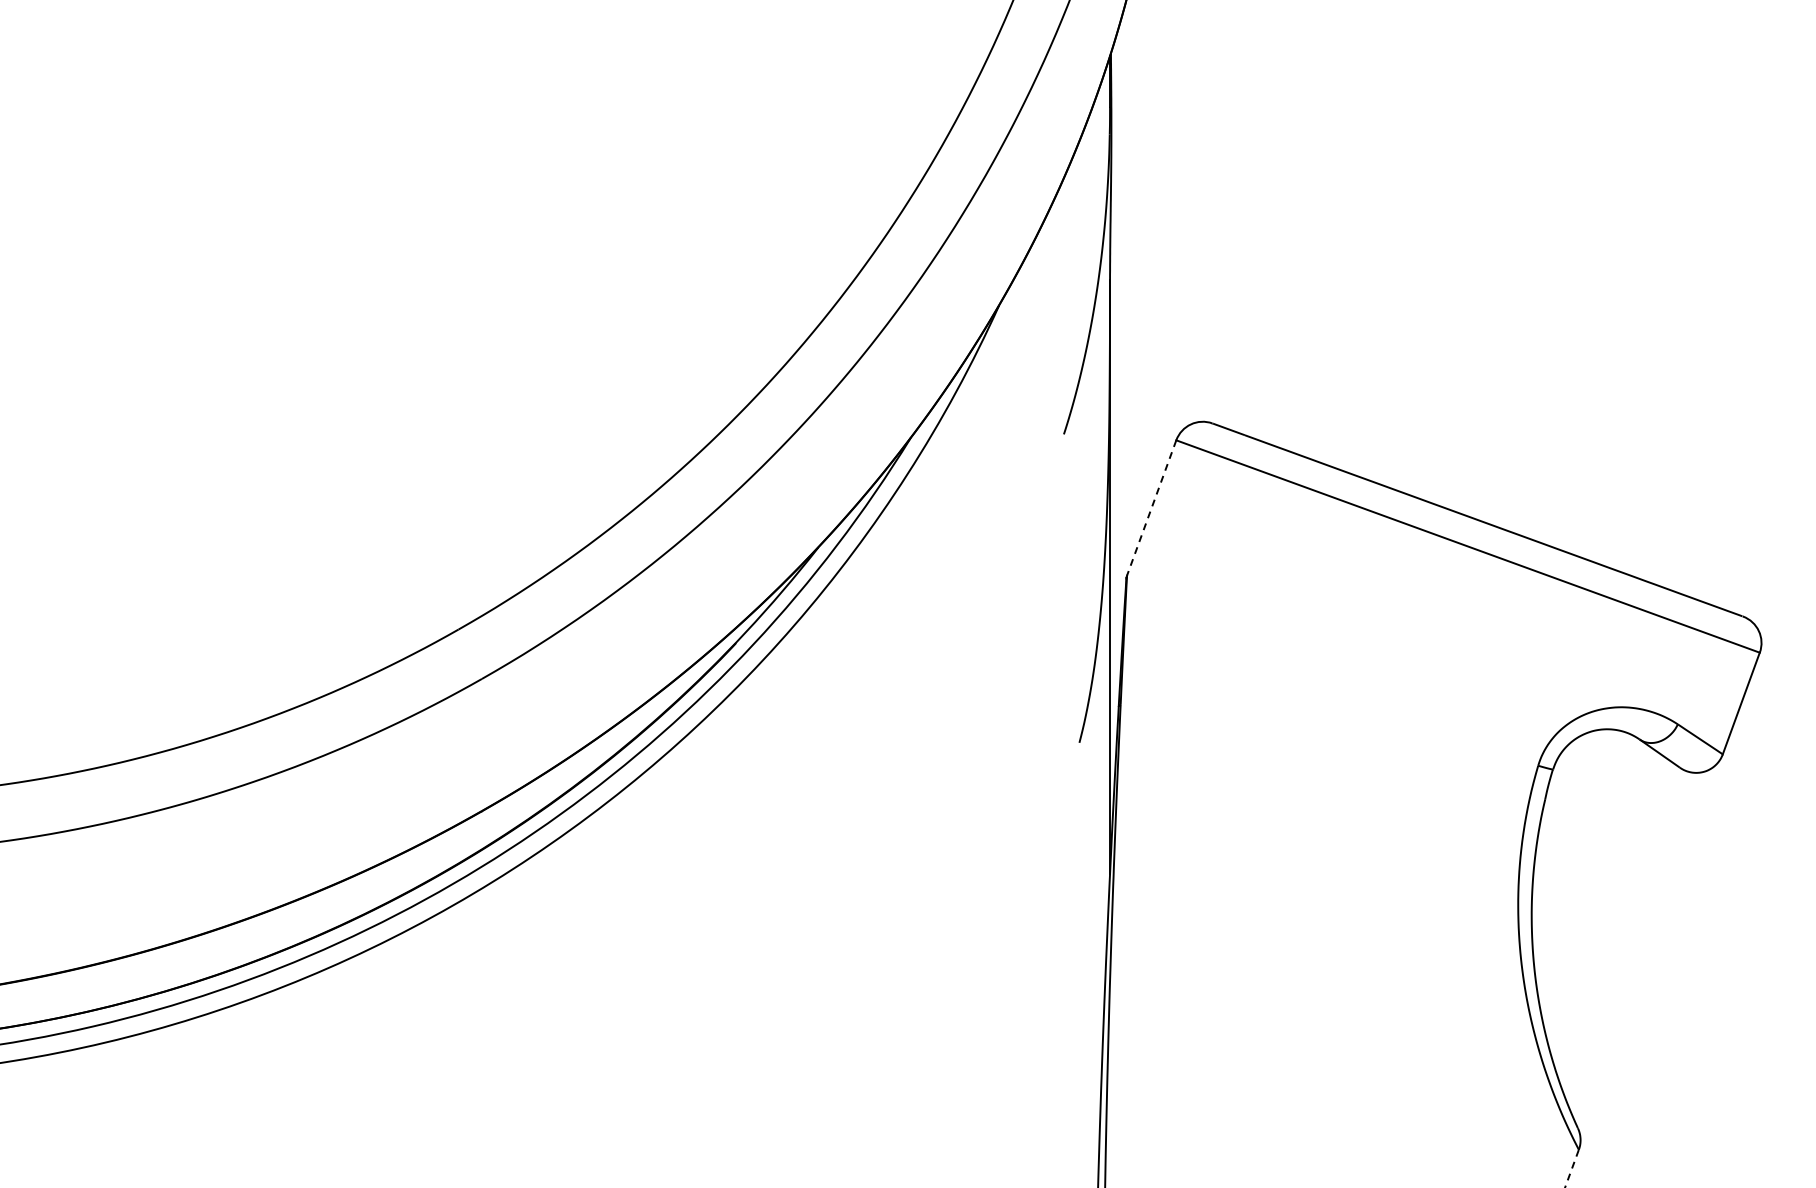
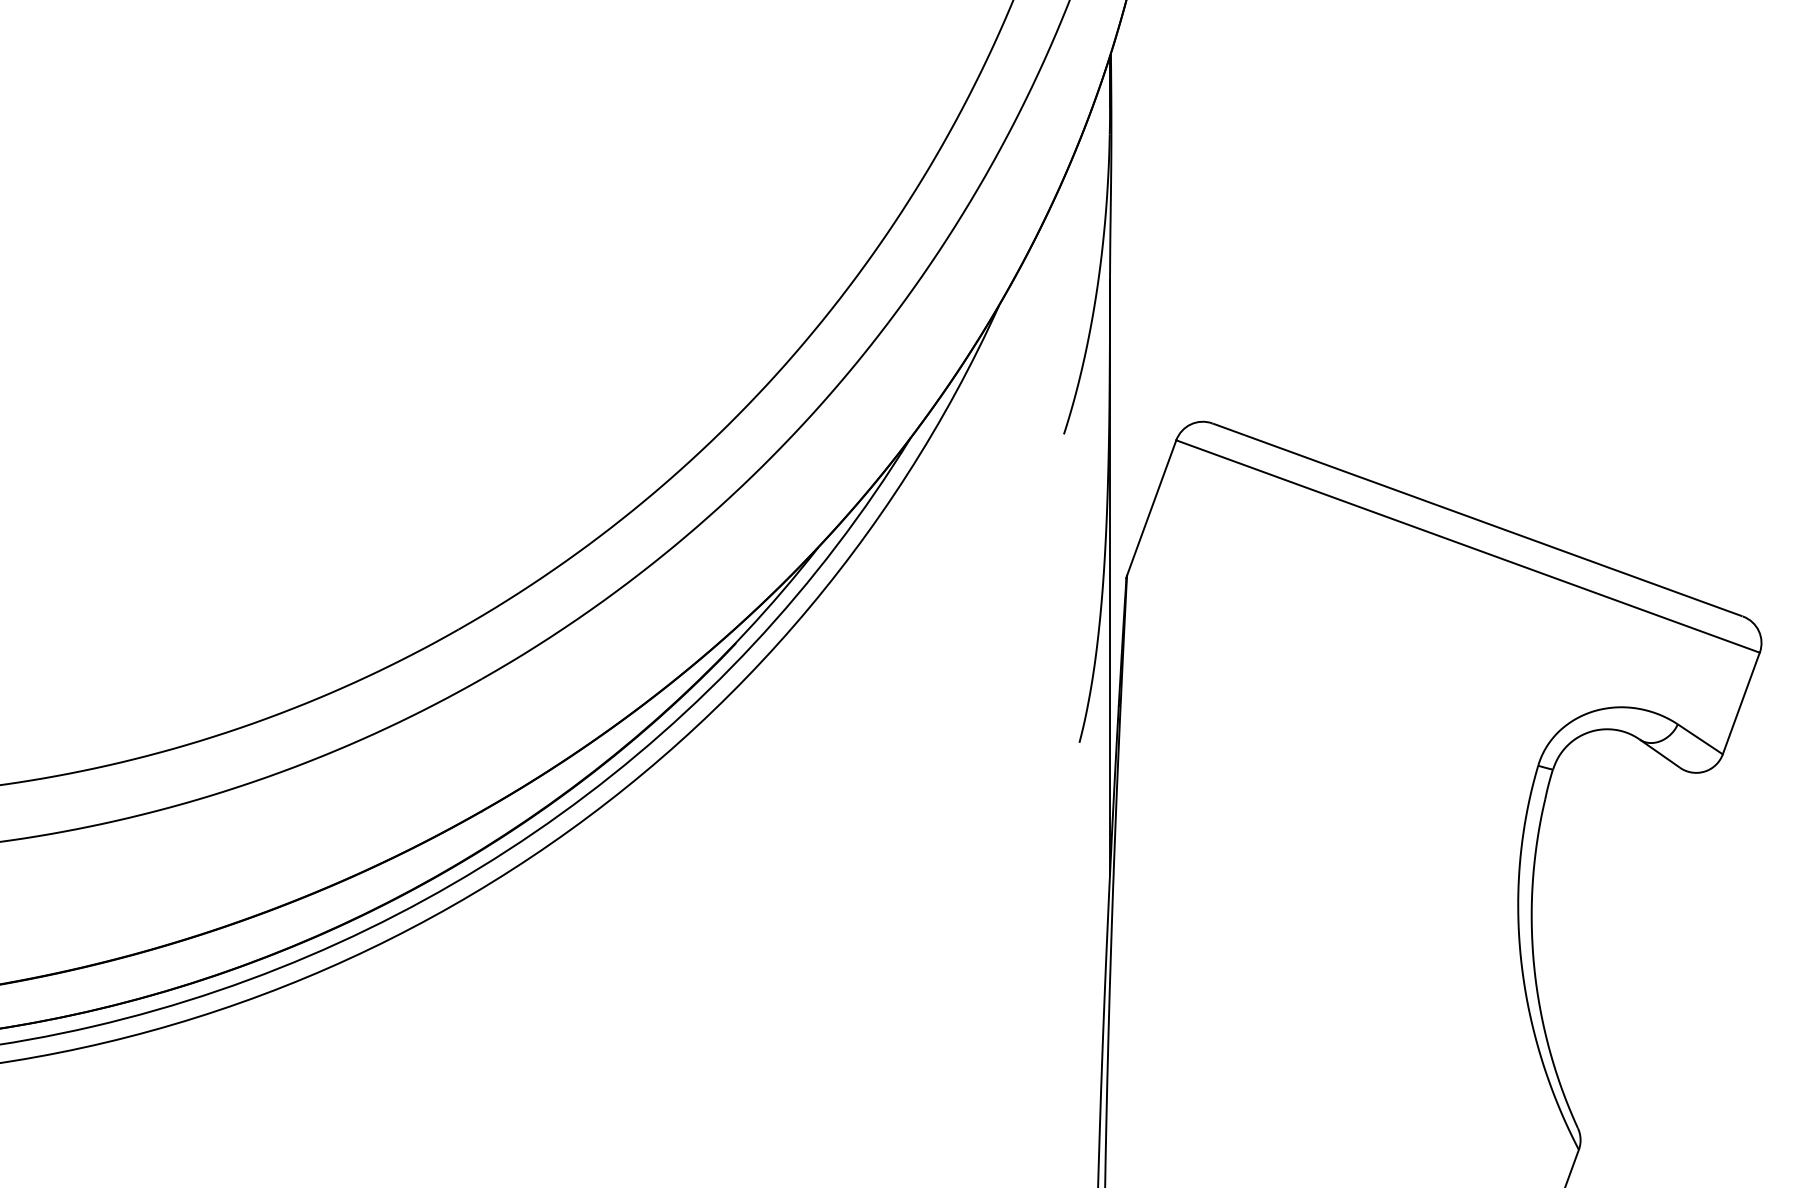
line at (1151, 508): dashed -> solid
line at (1572, 1168): dashed -> solid
